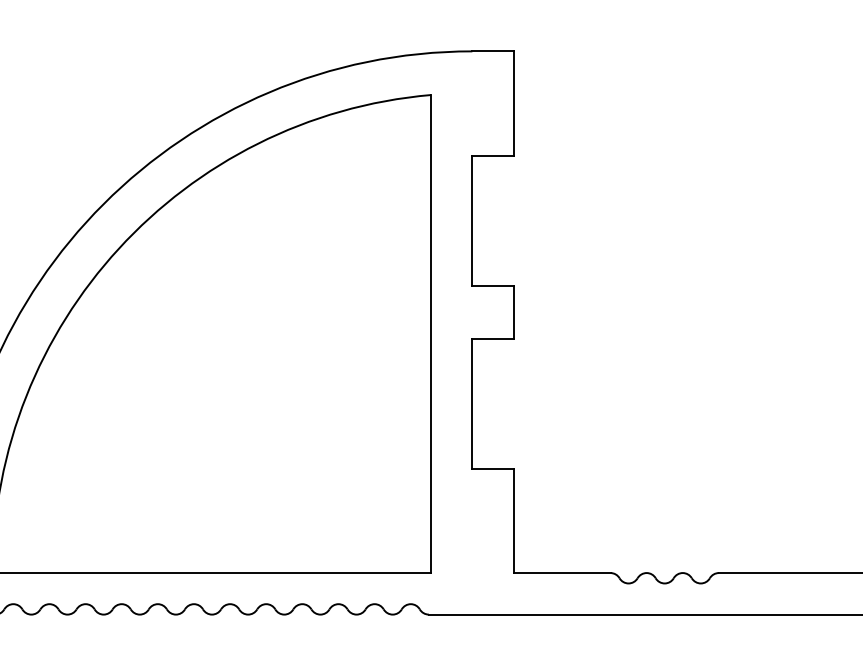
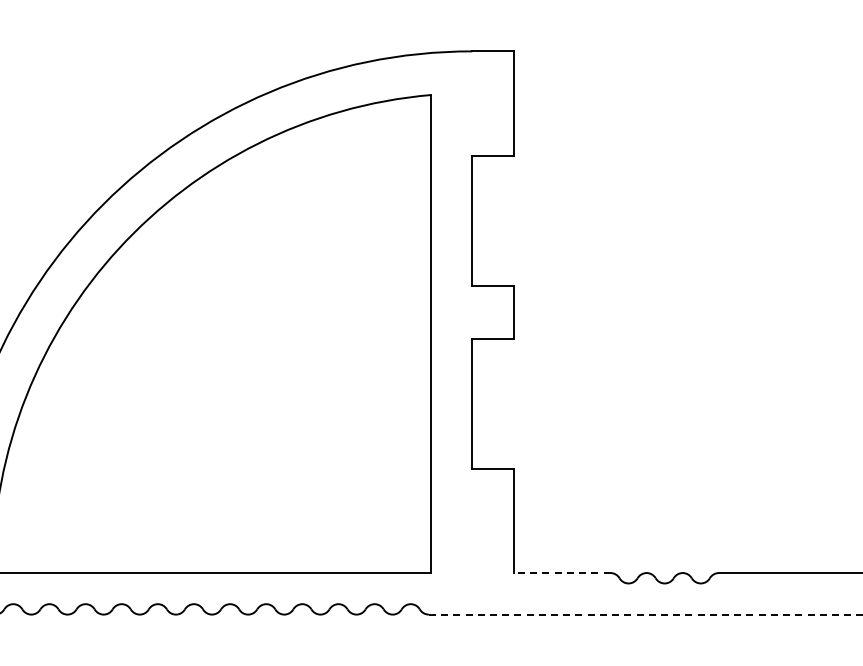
line at (561, 573): solid -> dashed
line at (645, 614): solid -> dashed
